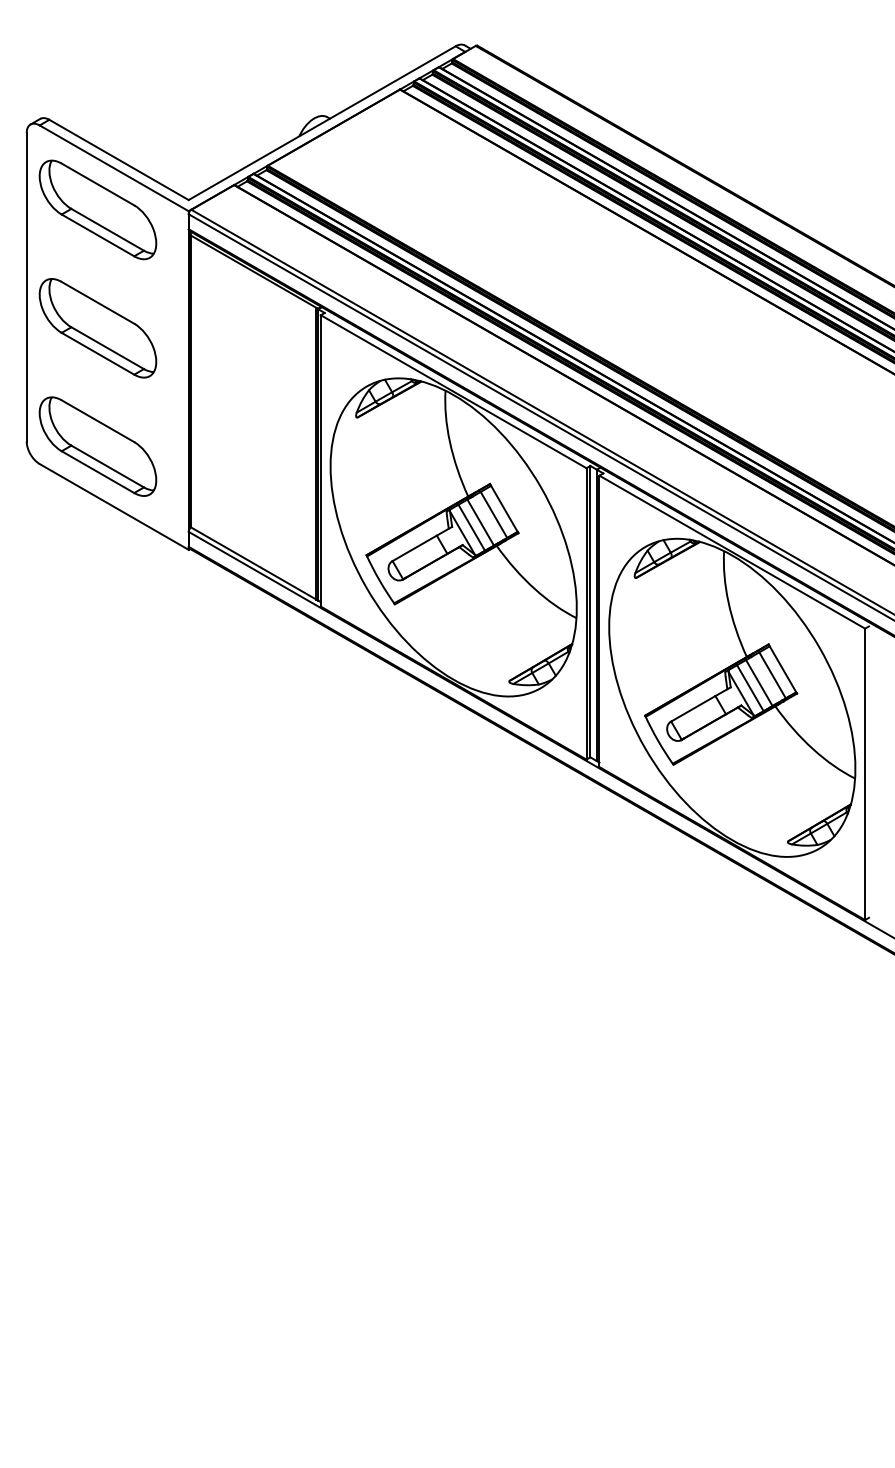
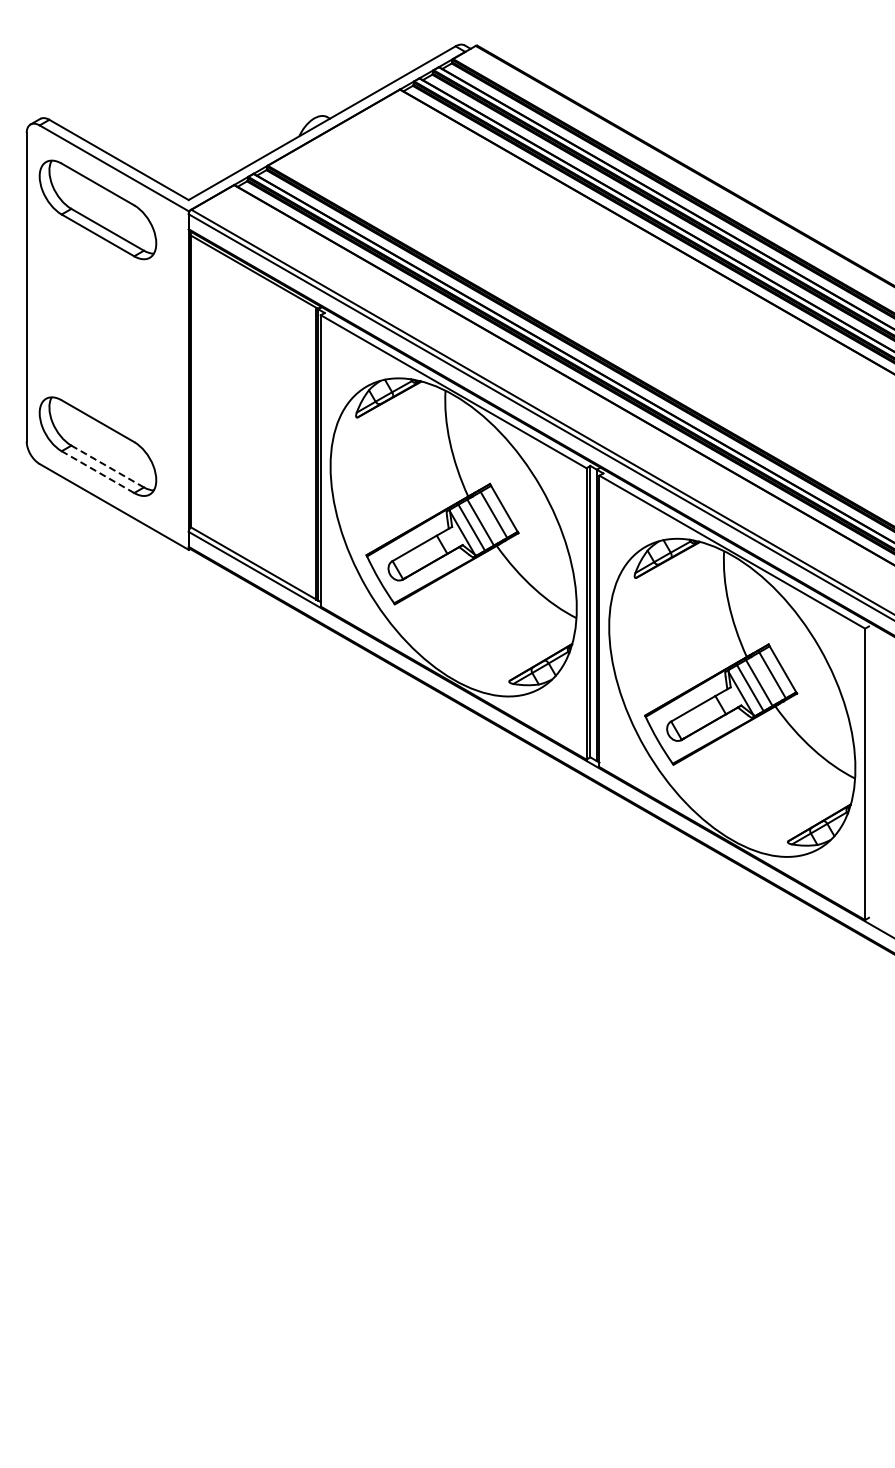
part at (97, 328): present -> none
line at (107, 466): solid -> dashed
line at (97, 472): solid -> dashed
